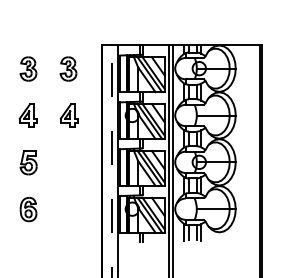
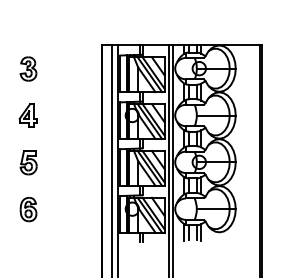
part at (68, 68): present -> none
part at (68, 115): present -> none
line at (111, 161): dashed -> solid
